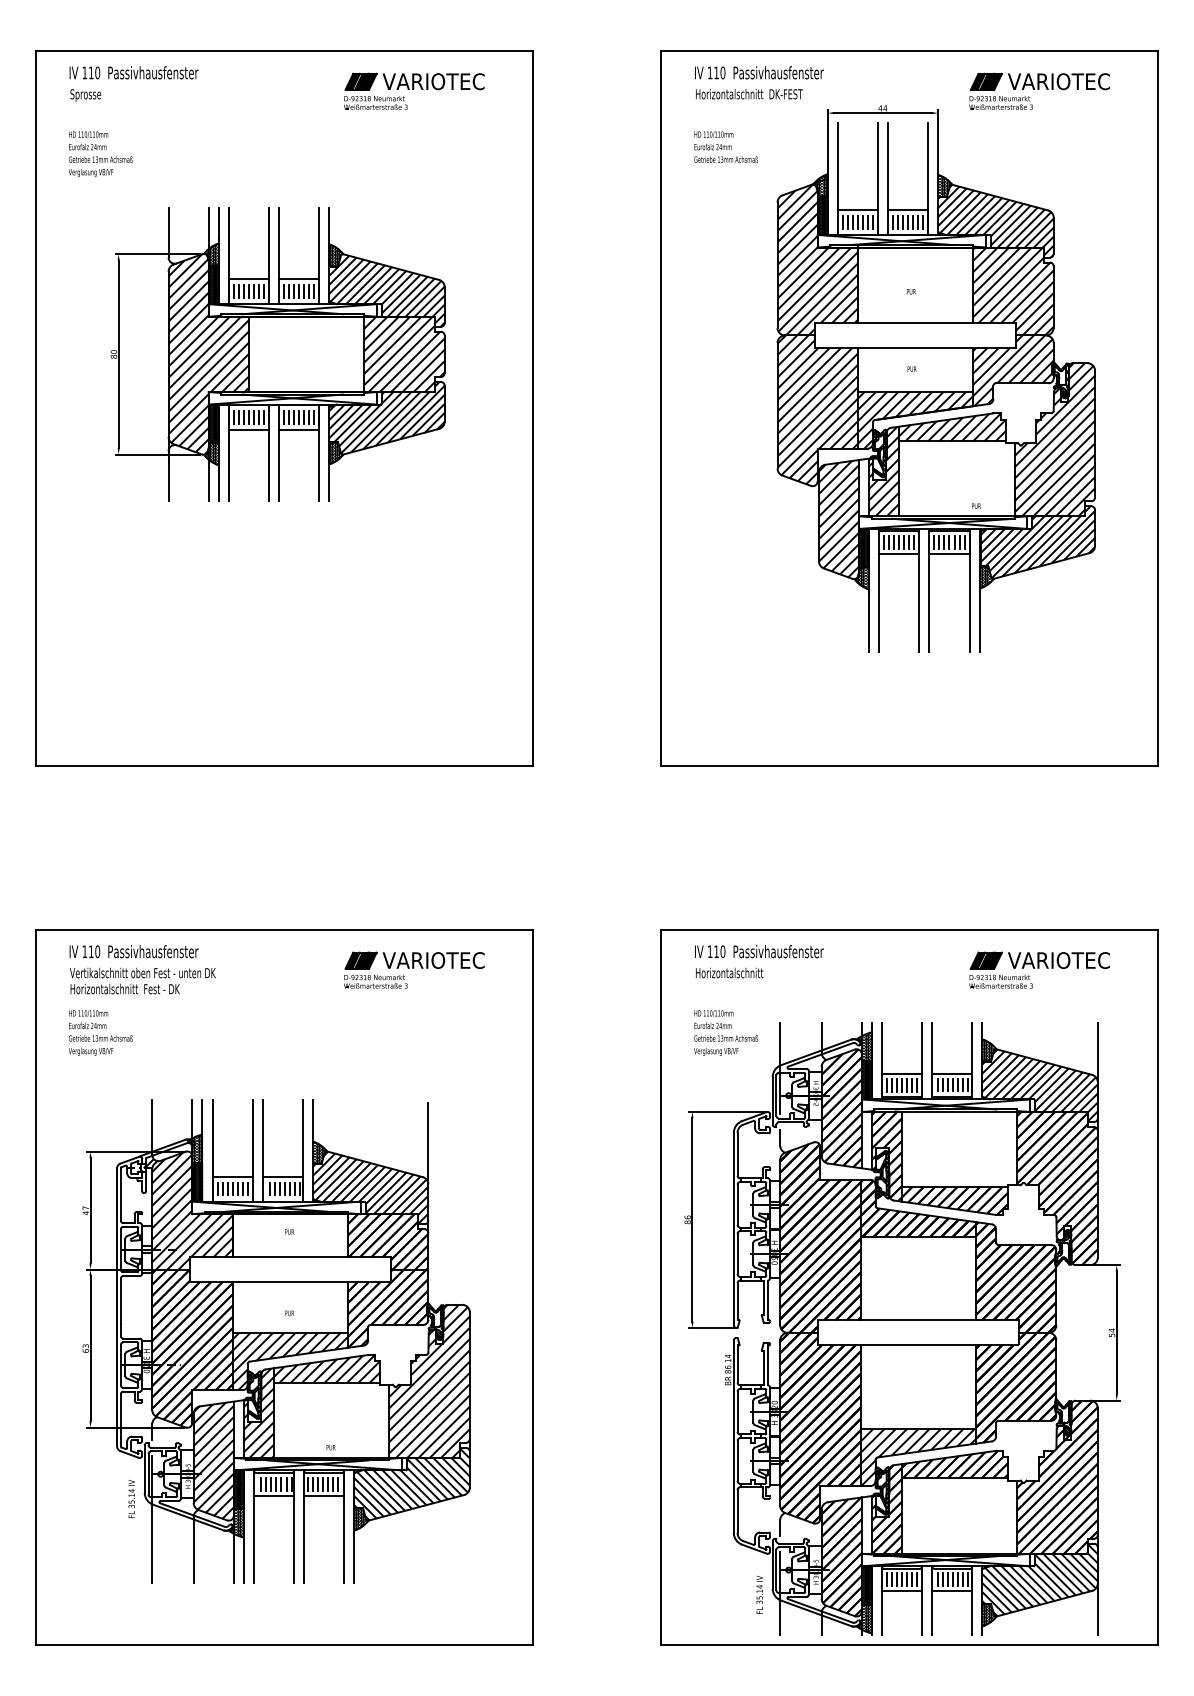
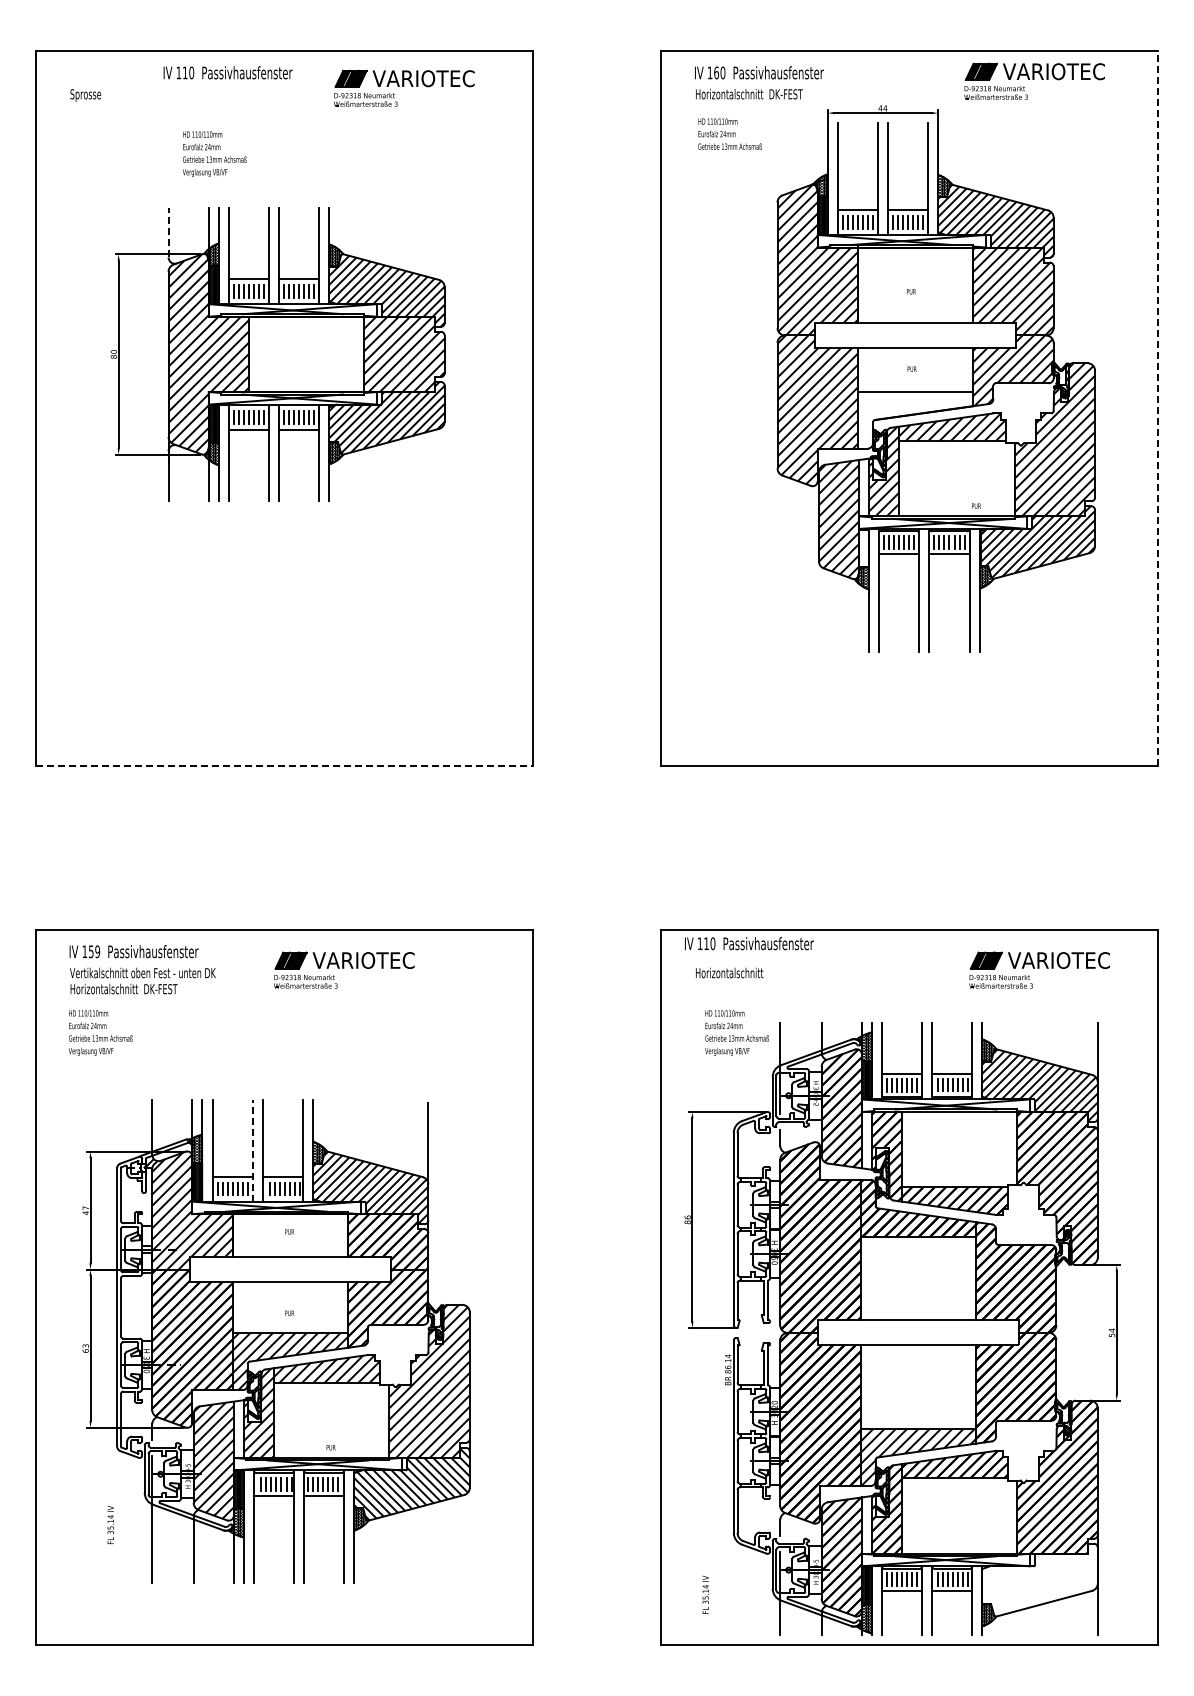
text at (133, 72) position: (133, 72) -> (227, 72)
text at (716, 72): 110 -> 160
part at (414, 90) position: (414, 90) -> (404, 87)
part at (1039, 90) position: (1039, 90) -> (1034, 80)
text at (725, 146) position: (725, 146) -> (729, 133)
text at (100, 153) position: (100, 153) -> (214, 153)
line at (168, 232): solid -> dashed
line at (1158, 408): solid -> dashed
hatch at (915, 419): present -> none
hatch at (864, 548): present -> none
line at (284, 766): solid -> dashed
text at (94, 951): 110 -> 159
text at (759, 951) position: (759, 951) -> (749, 943)
part at (414, 969) position: (414, 969) -> (344, 969)
text at (162, 989): Horizontalschnitt  Fest - DK -> Horizontalschnitt  DK-FEST
text at (725, 1032) position: (725, 1032) -> (736, 1032)
line at (252, 1150): solid -> dashed
text at (131, 1498) position: (131, 1498) -> (110, 1524)
hatch at (1039, 1580): present -> none
text at (759, 1594) position: (759, 1594) -> (705, 1594)
